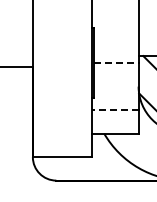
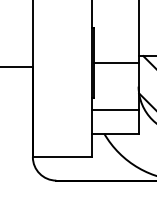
line at (116, 63): dashed -> solid
line at (114, 110): dashed -> solid
